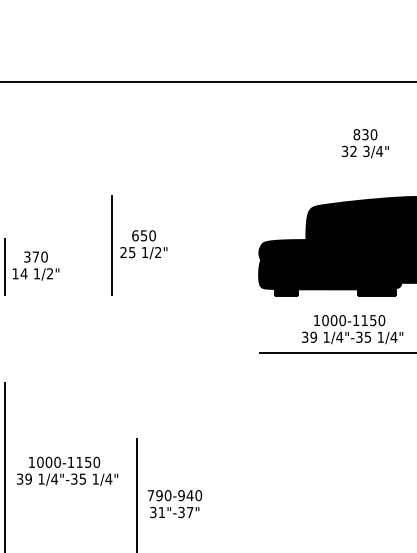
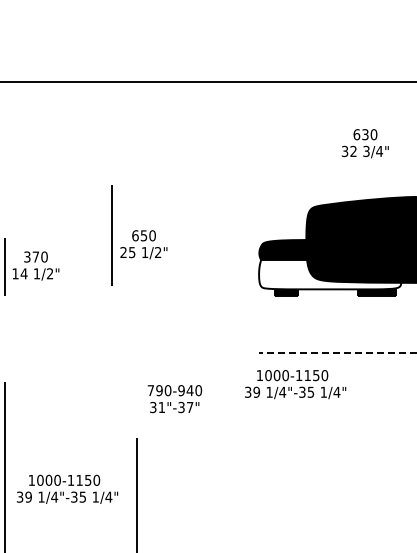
text at (356, 134): 830 -> 630
line at (111, 245) position: (111, 245) -> (111, 235)
fill at (330, 274): present -> none
text at (352, 329) position: (352, 329) -> (295, 384)
line at (337, 353): solid -> dashed
text at (67, 470) position: (67, 470) -> (67, 488)
text at (174, 504) position: (174, 504) -> (174, 399)
